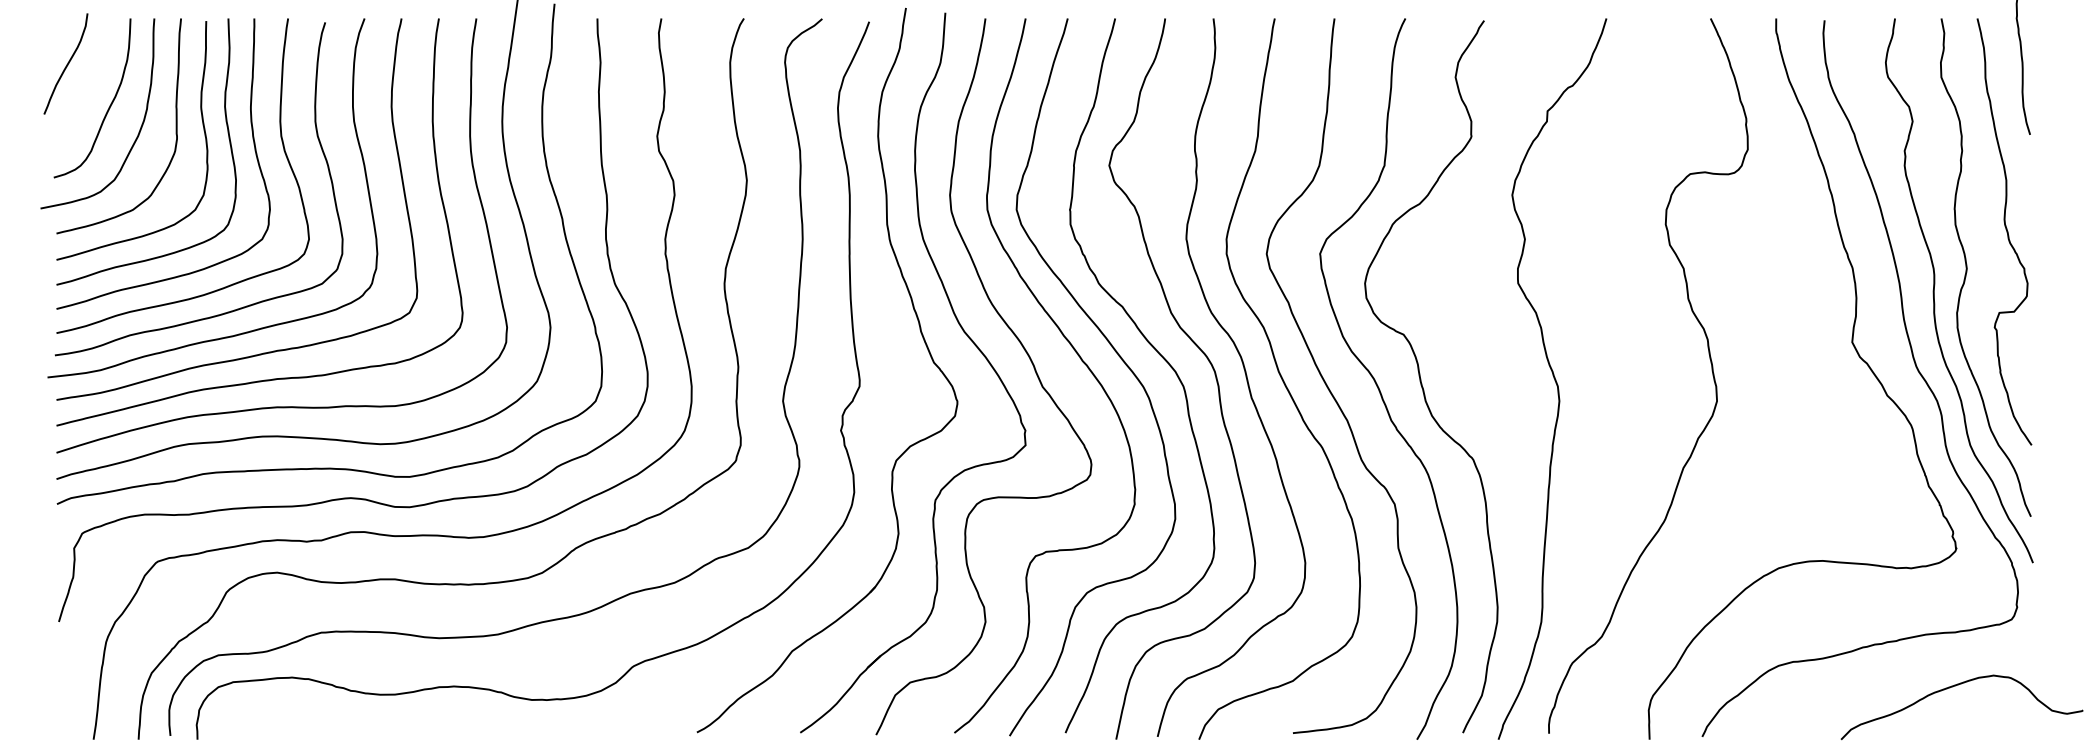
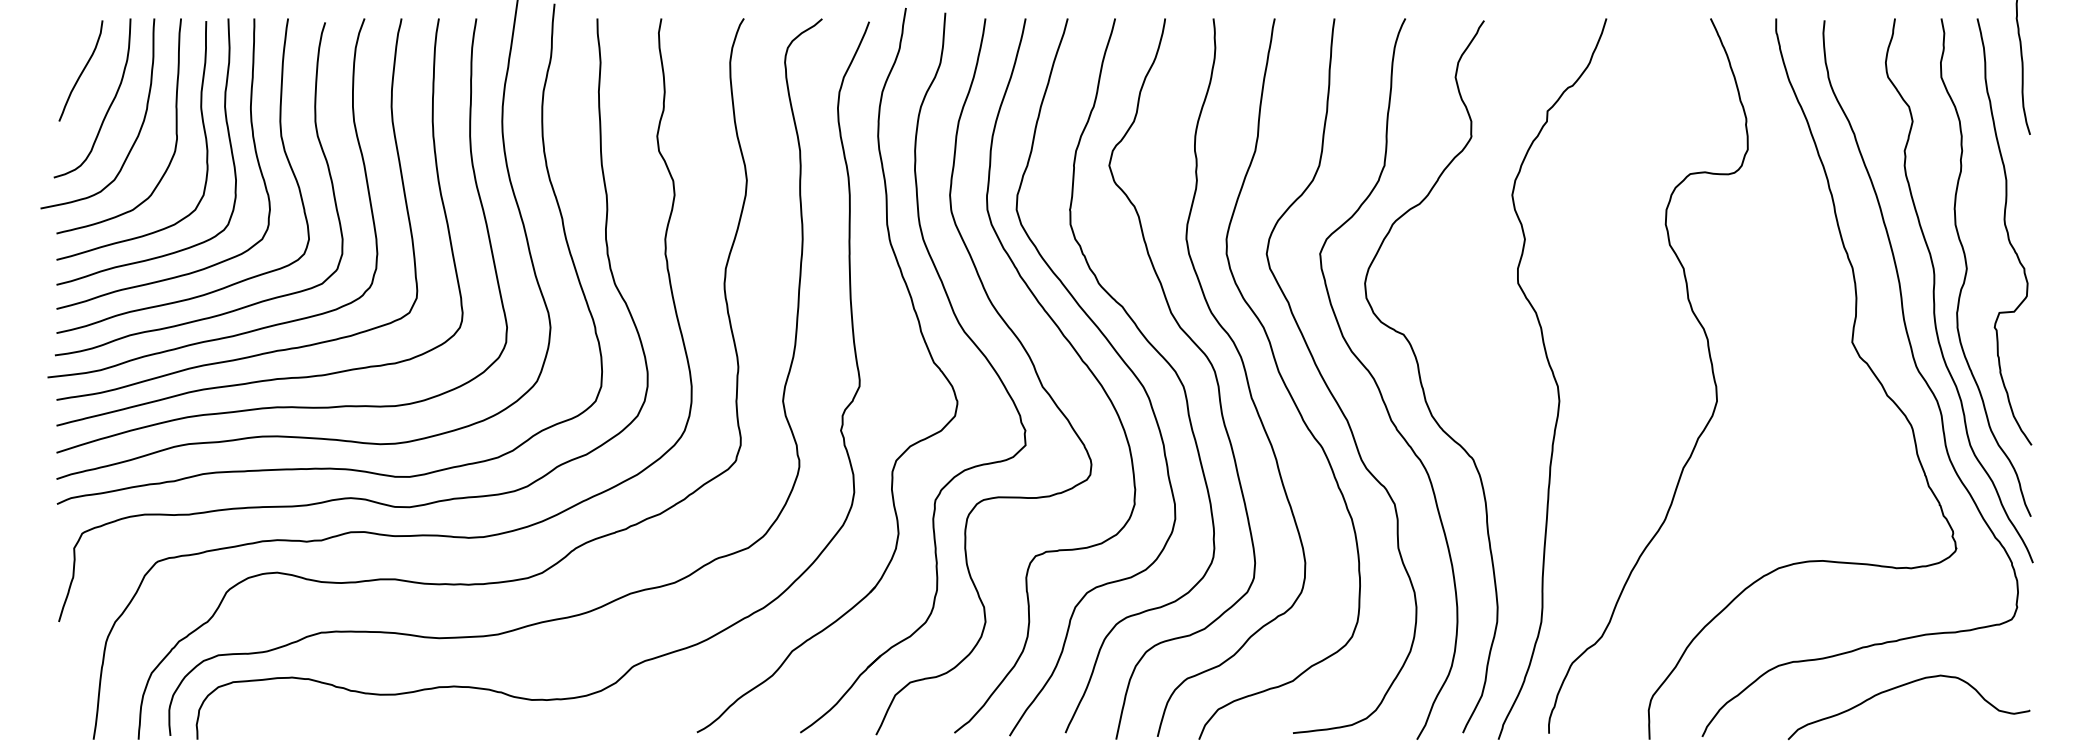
curve at (66, 64) position: (66, 64) -> (81, 71)
curve at (1955, 686) position: (1955, 686) -> (1902, 686)
